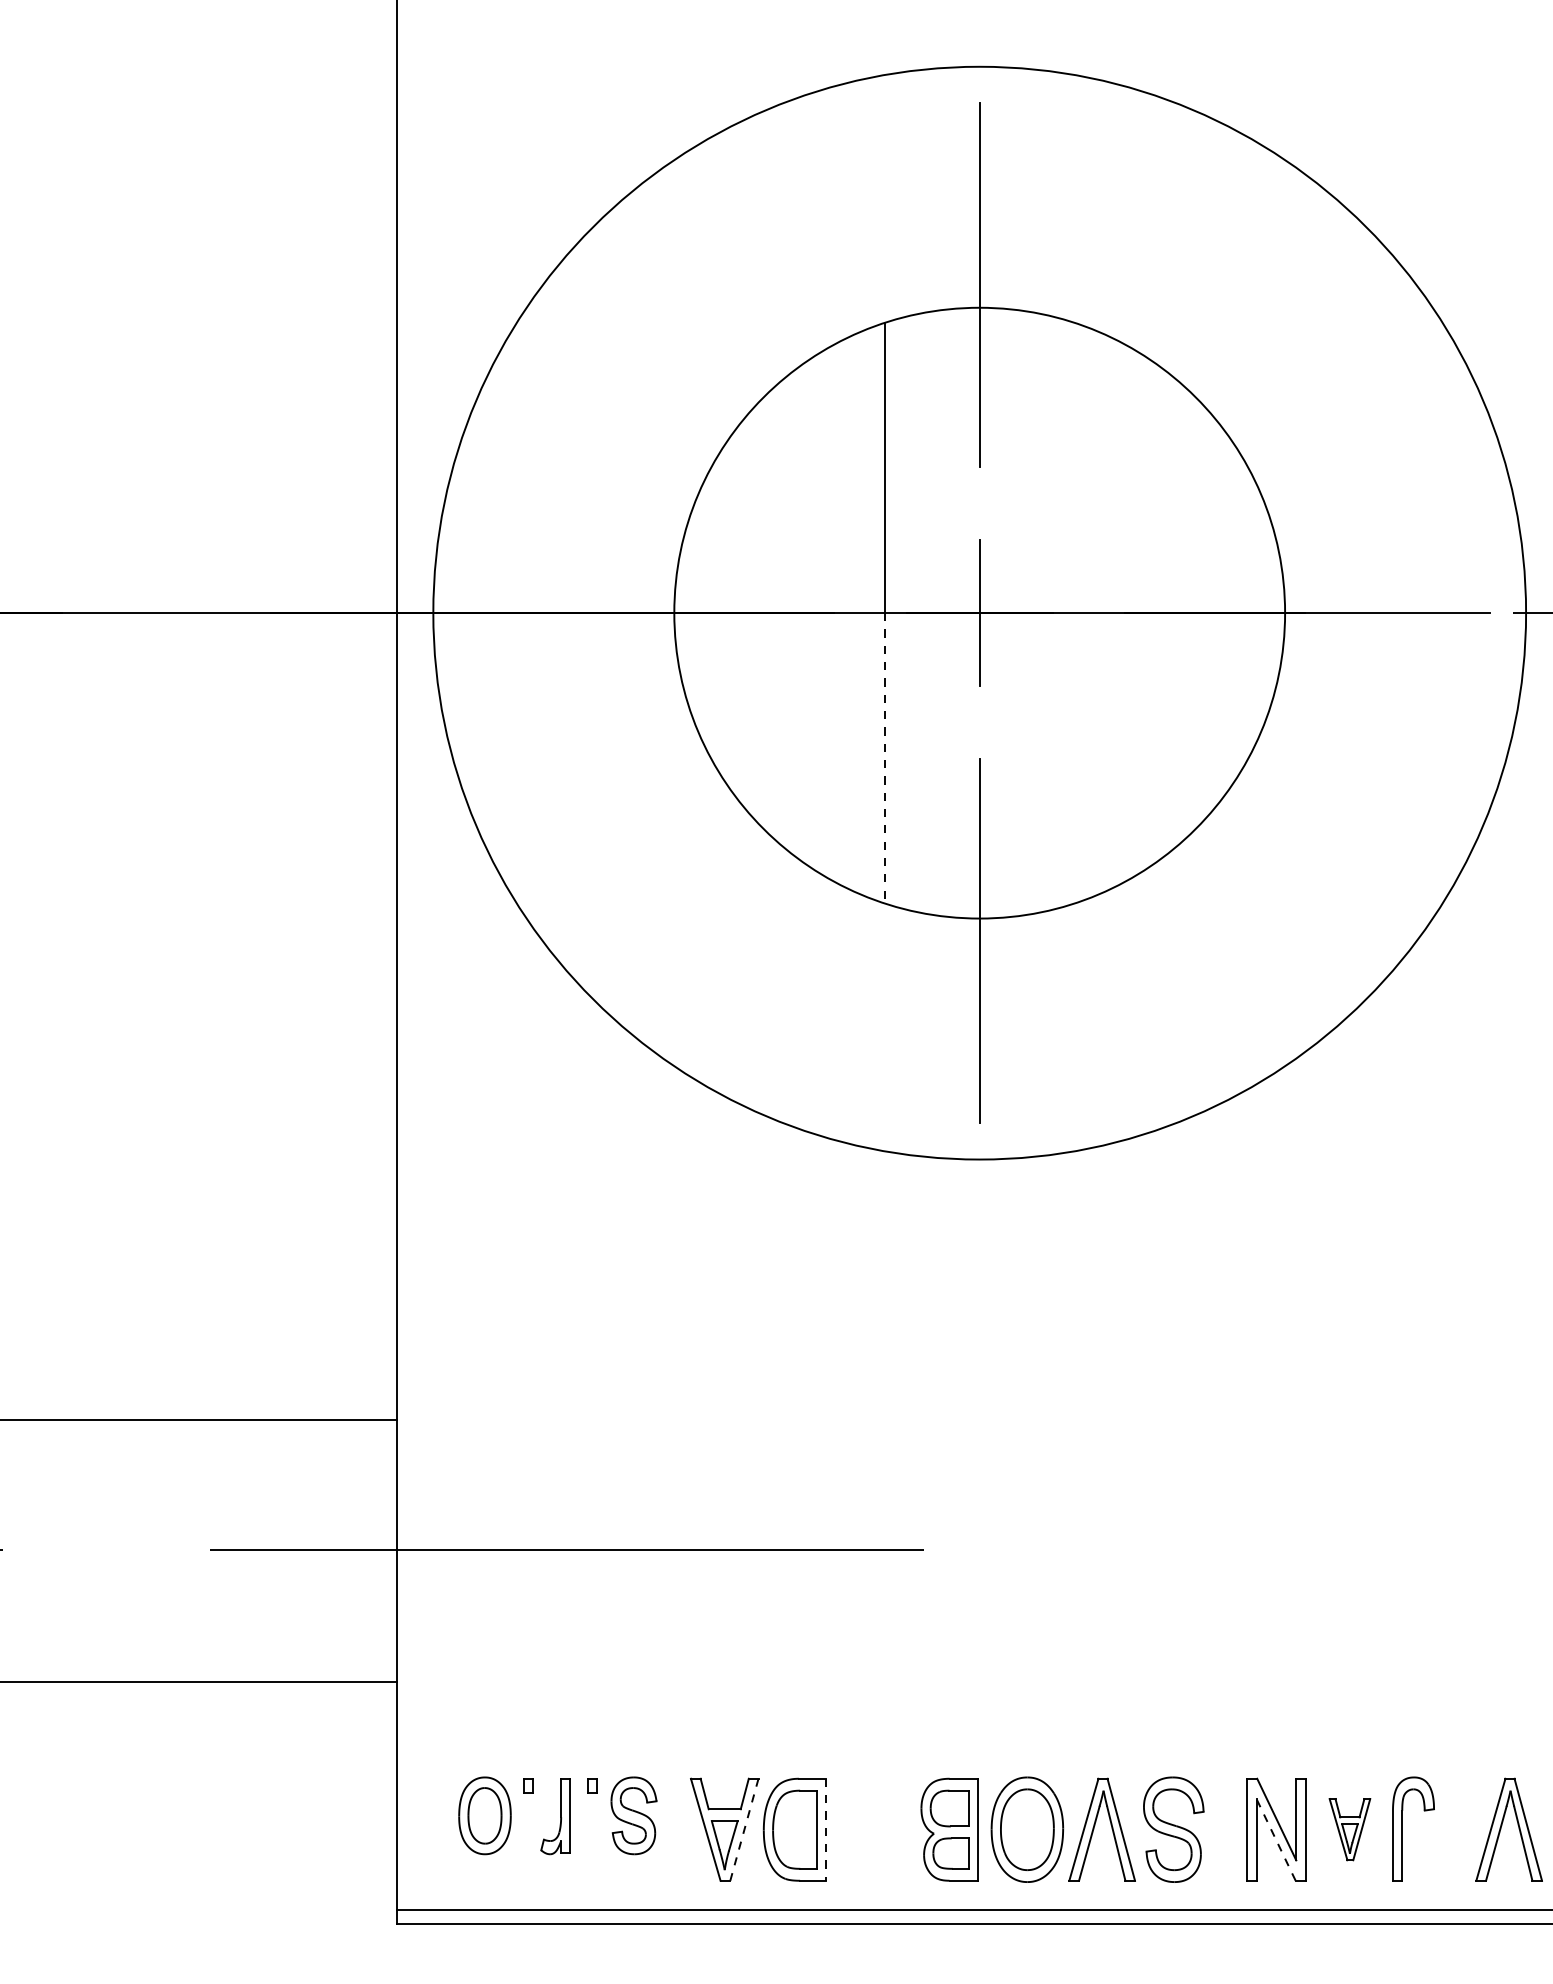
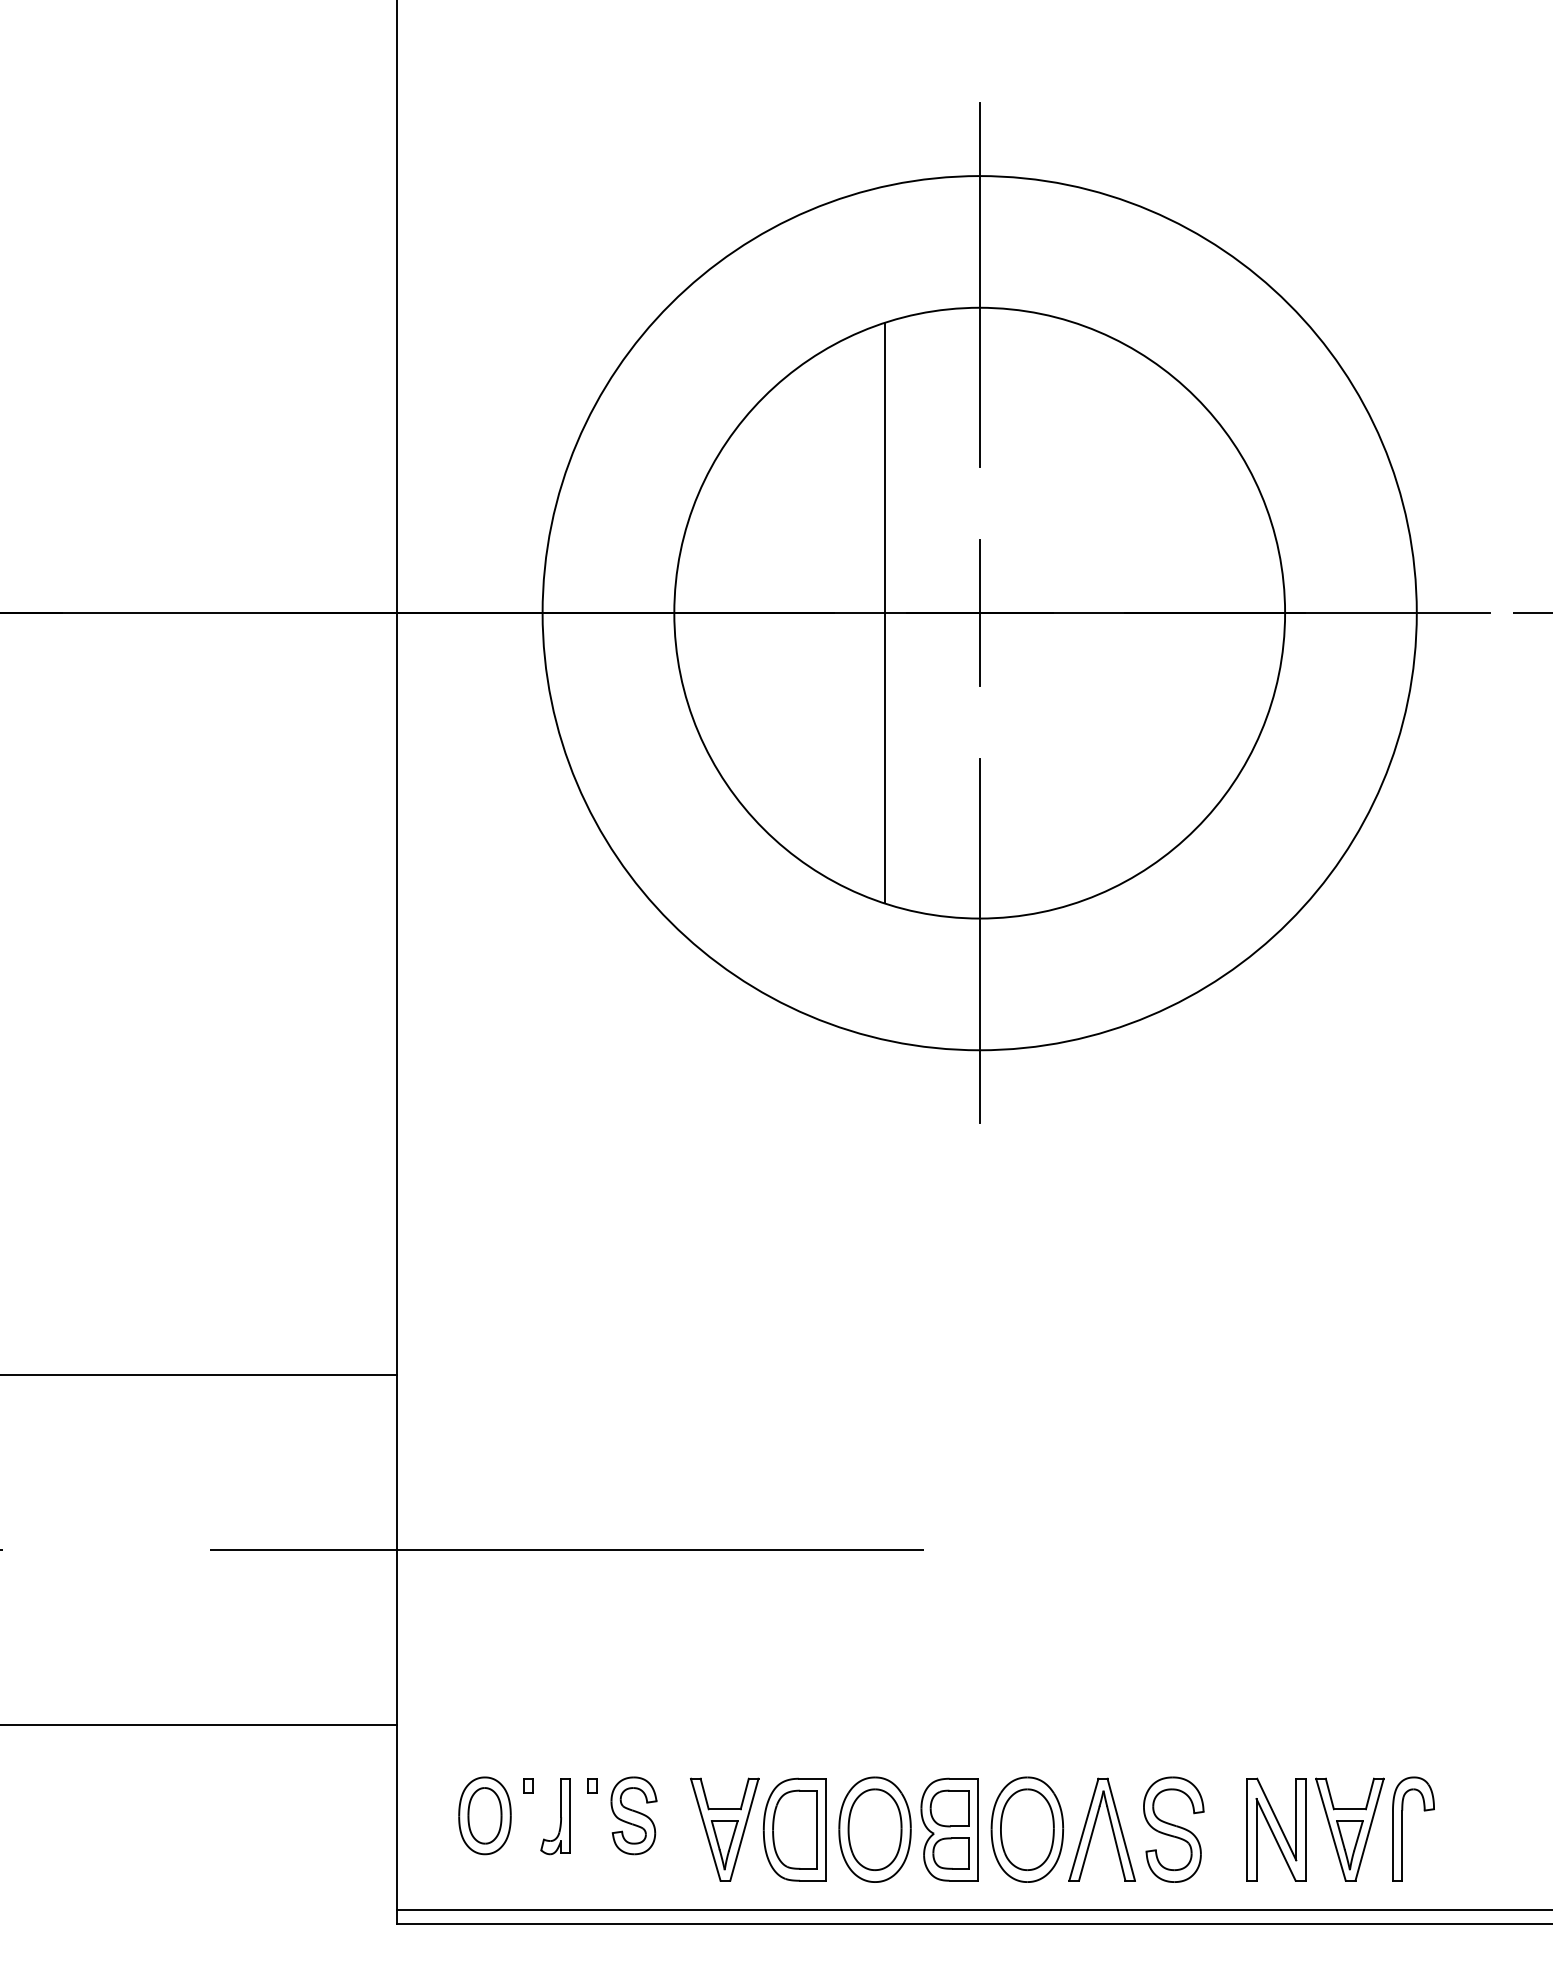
circle at (979, 612) diameter: 1093 px -> 874 px
line at (884, 758): dashed -> solid
line at (199, 1420) position: (199, 1420) -> (199, 1375)
line at (199, 1681) position: (199, 1681) -> (199, 1724)
line at (744, 1829): dashed -> solid
line at (826, 1829): dashed -> solid
part at (874, 1829): none -> present
part at (1349, 1829) size: 44x64 px -> 70x105 px
part at (1501, 1829): present -> none
line at (1275, 1839): dashed -> solid
